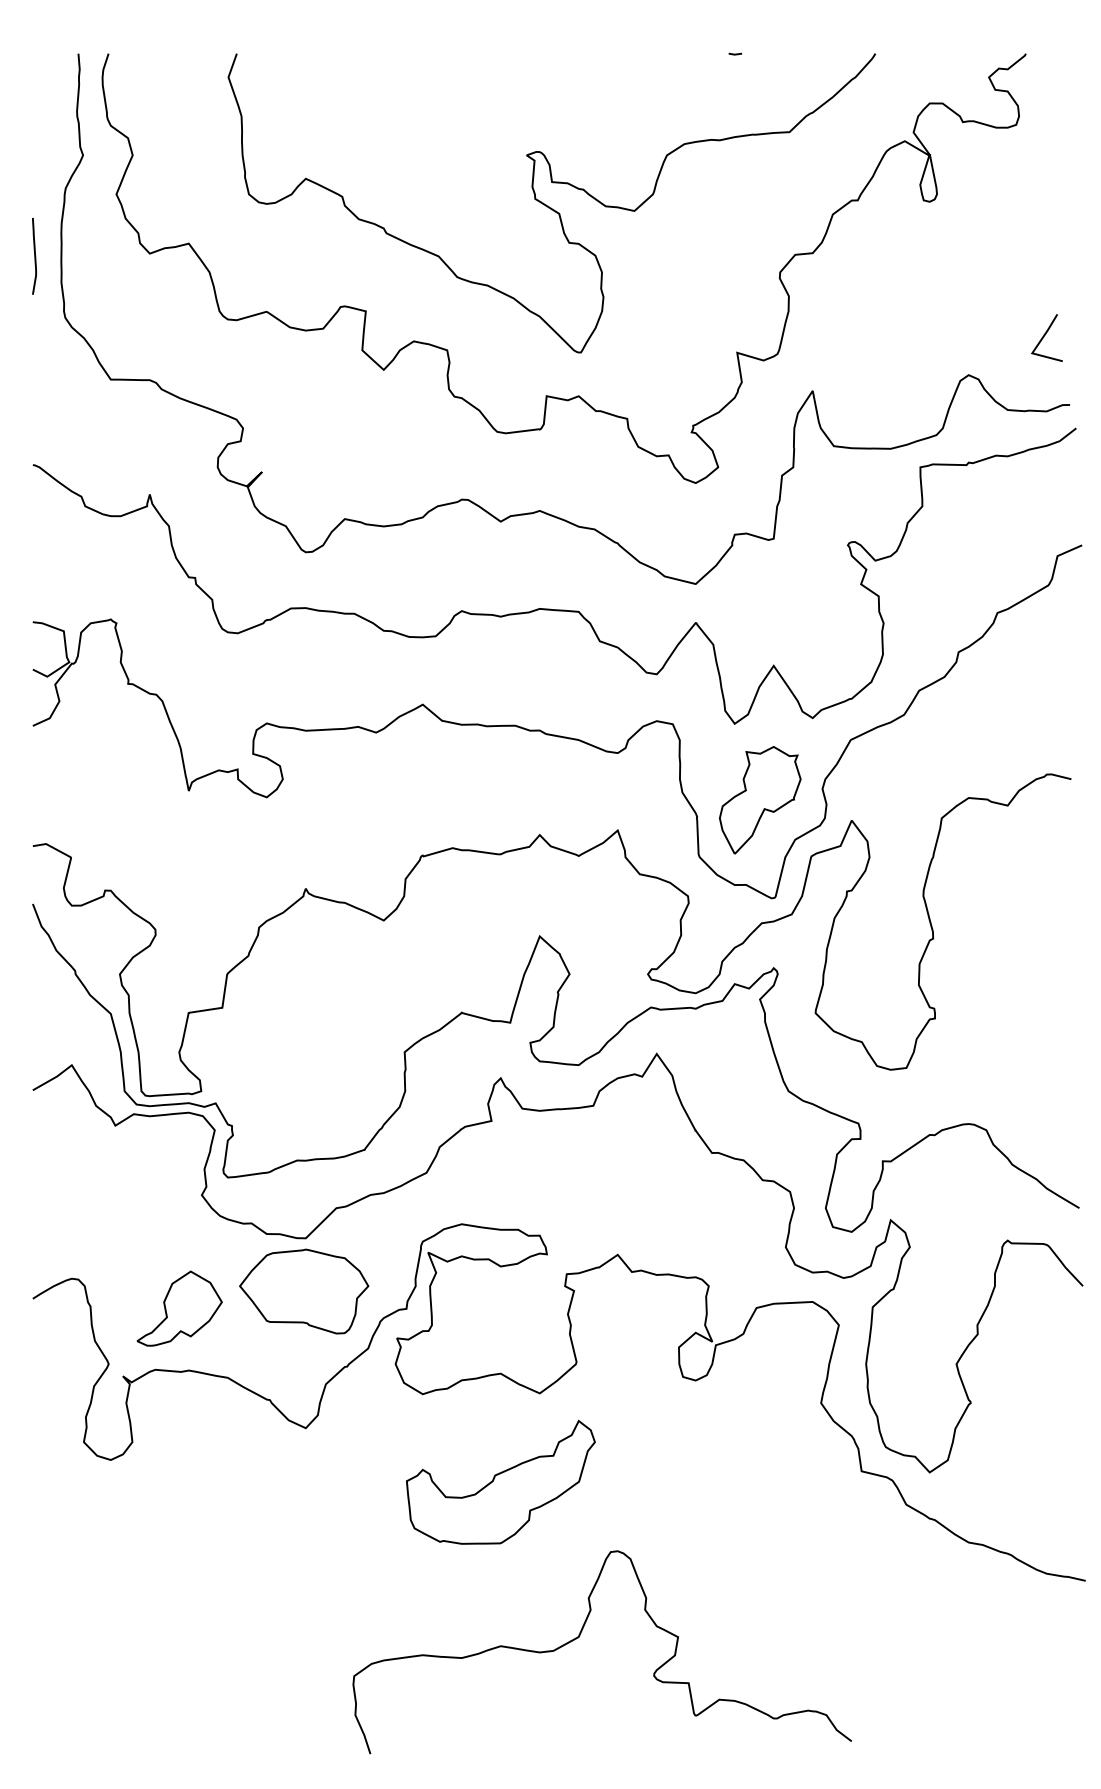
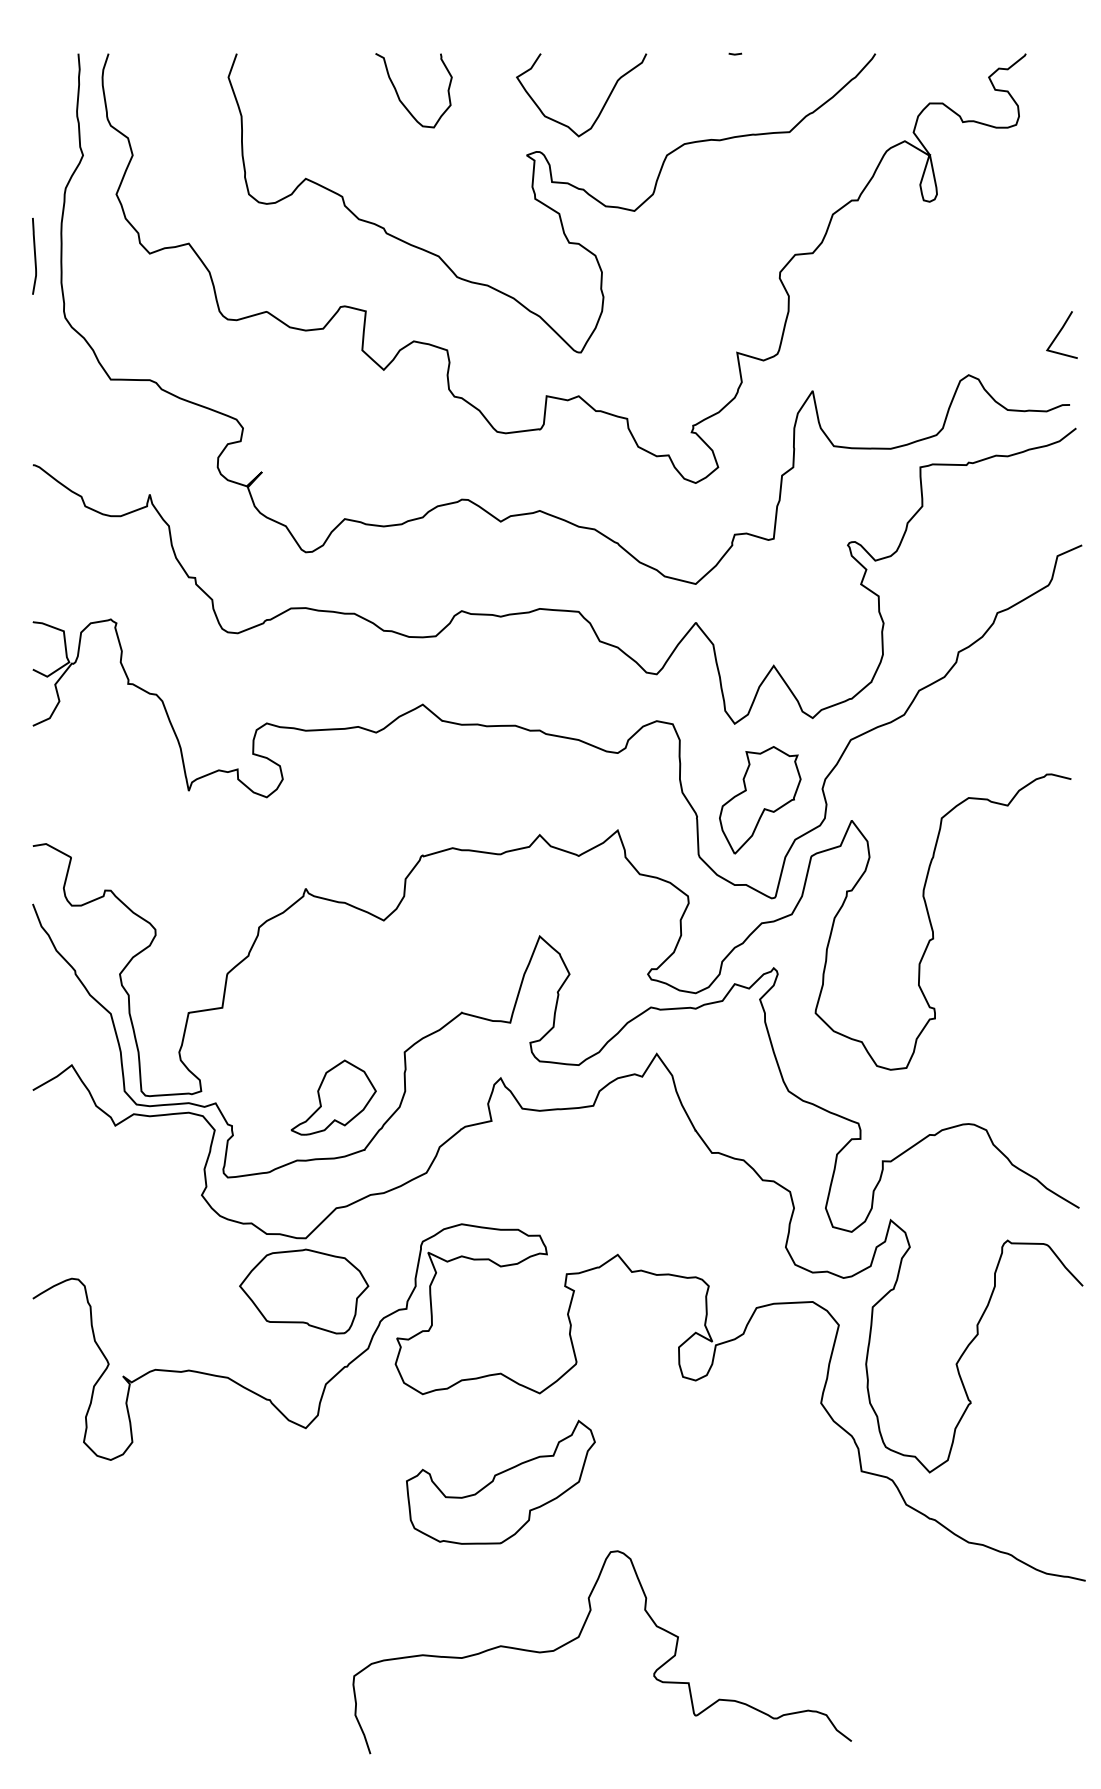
curve at (399, 96): none -> present
curve at (602, 106): none -> present
line at (1044, 337) position: (1044, 337) -> (1059, 334)
part at (179, 1308) position: (179, 1308) -> (333, 1097)
